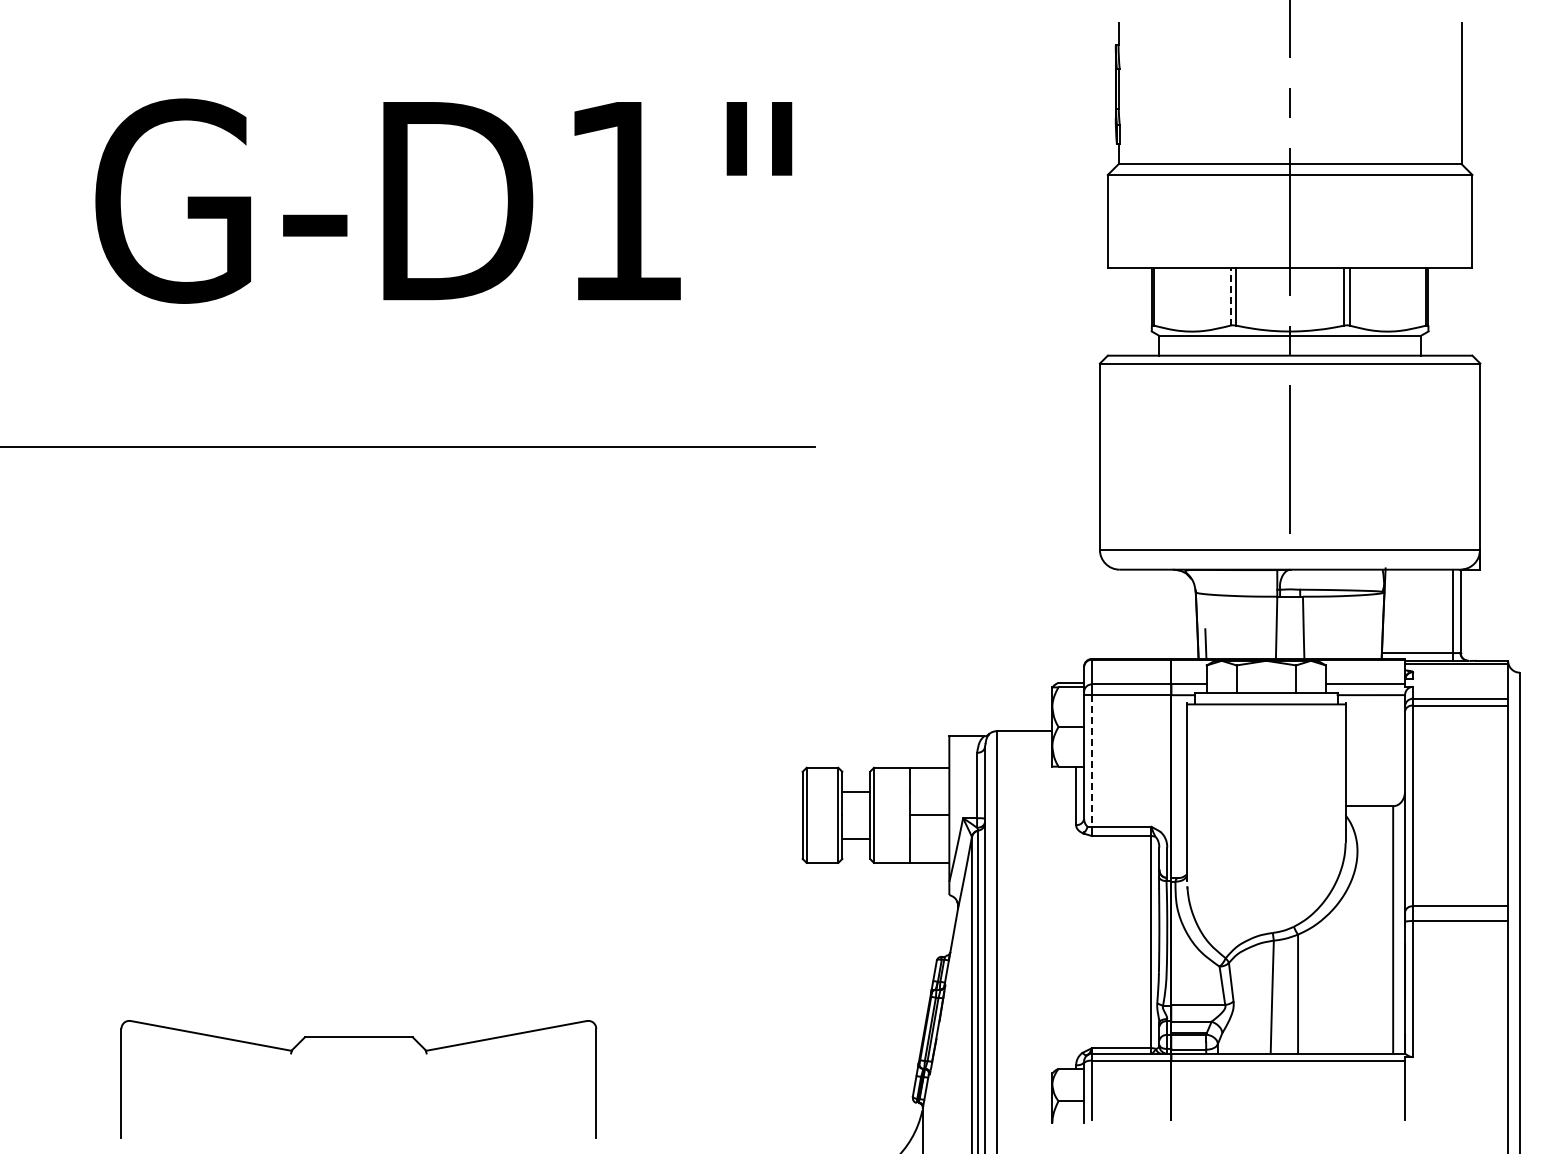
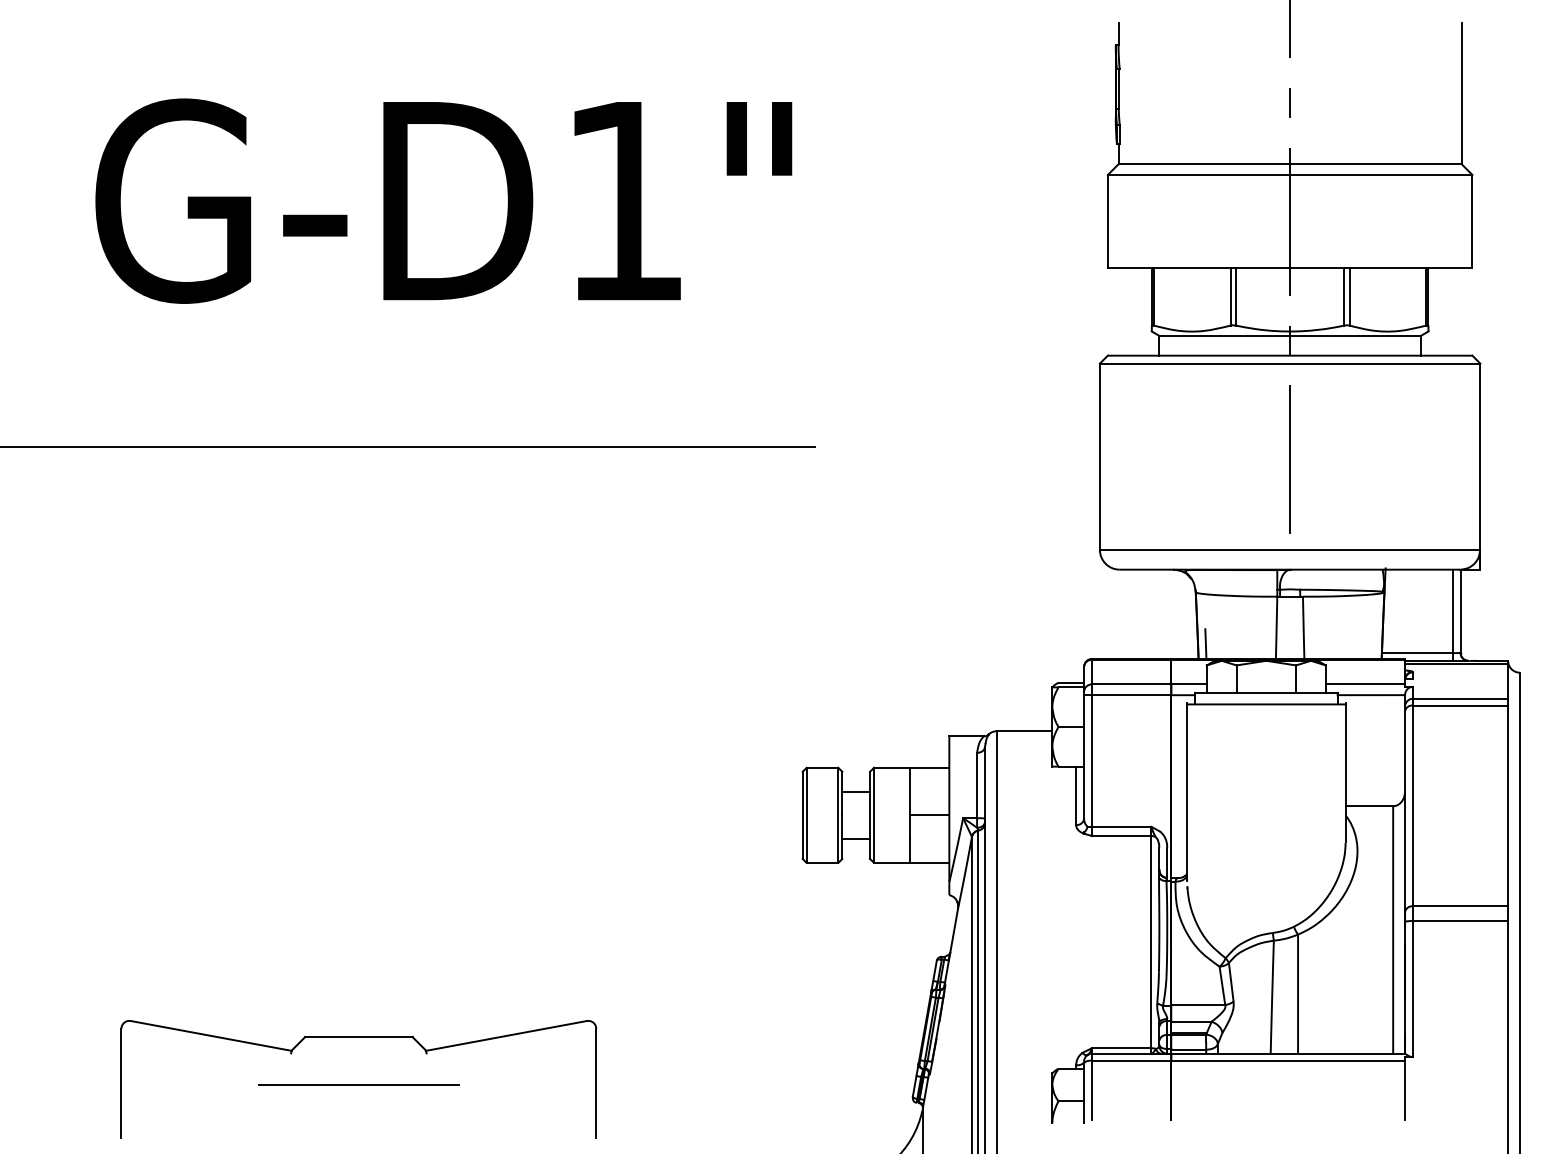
line at (1230, 297): dashed -> solid
line at (1092, 761): dashed -> solid
line at (358, 1084): none -> present
